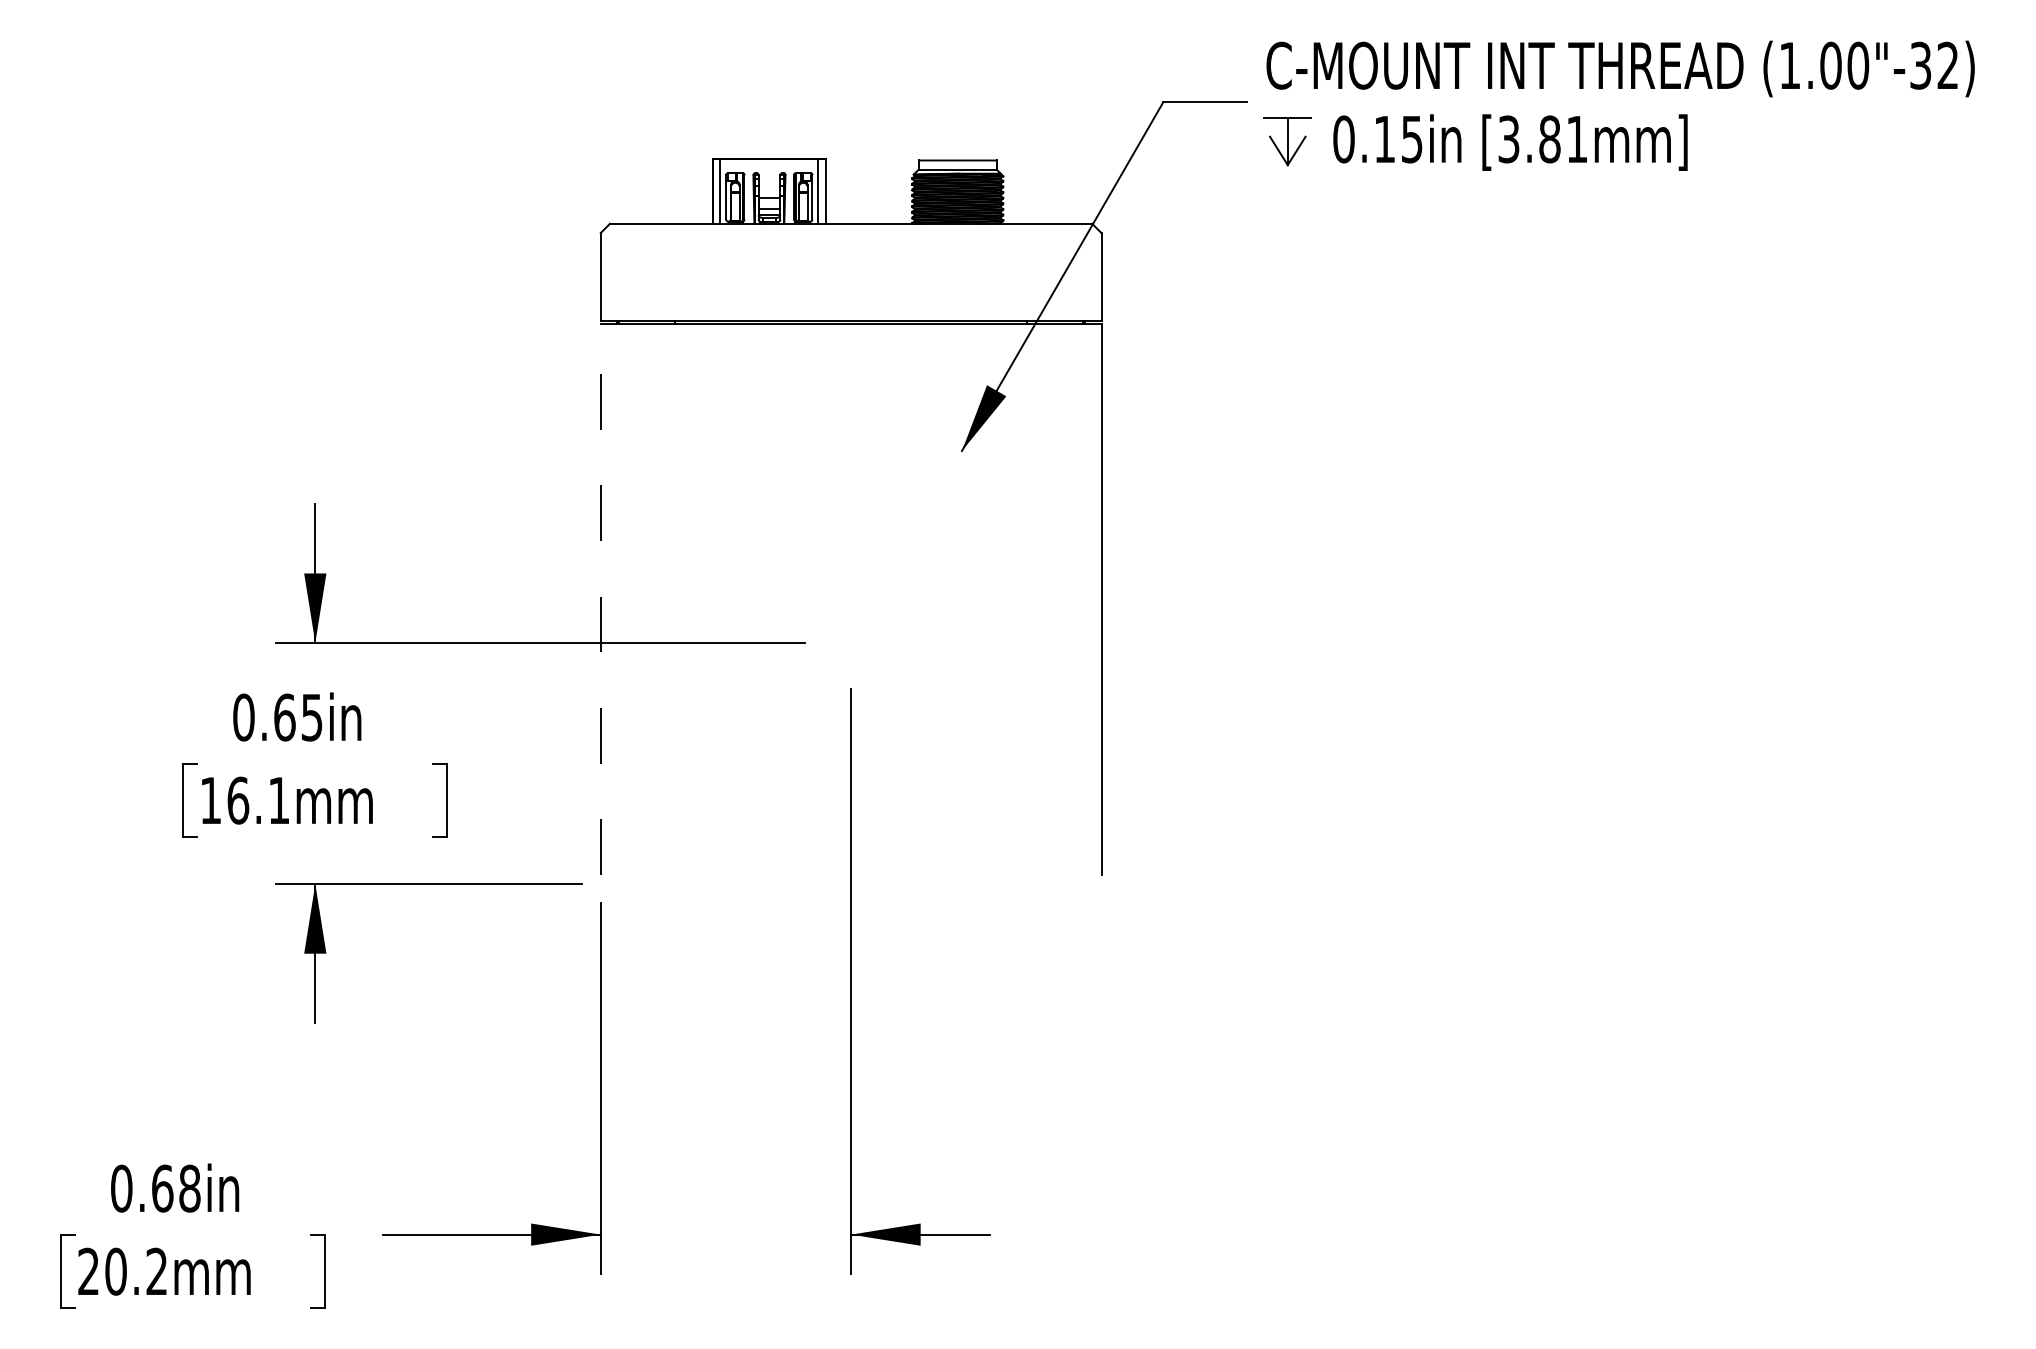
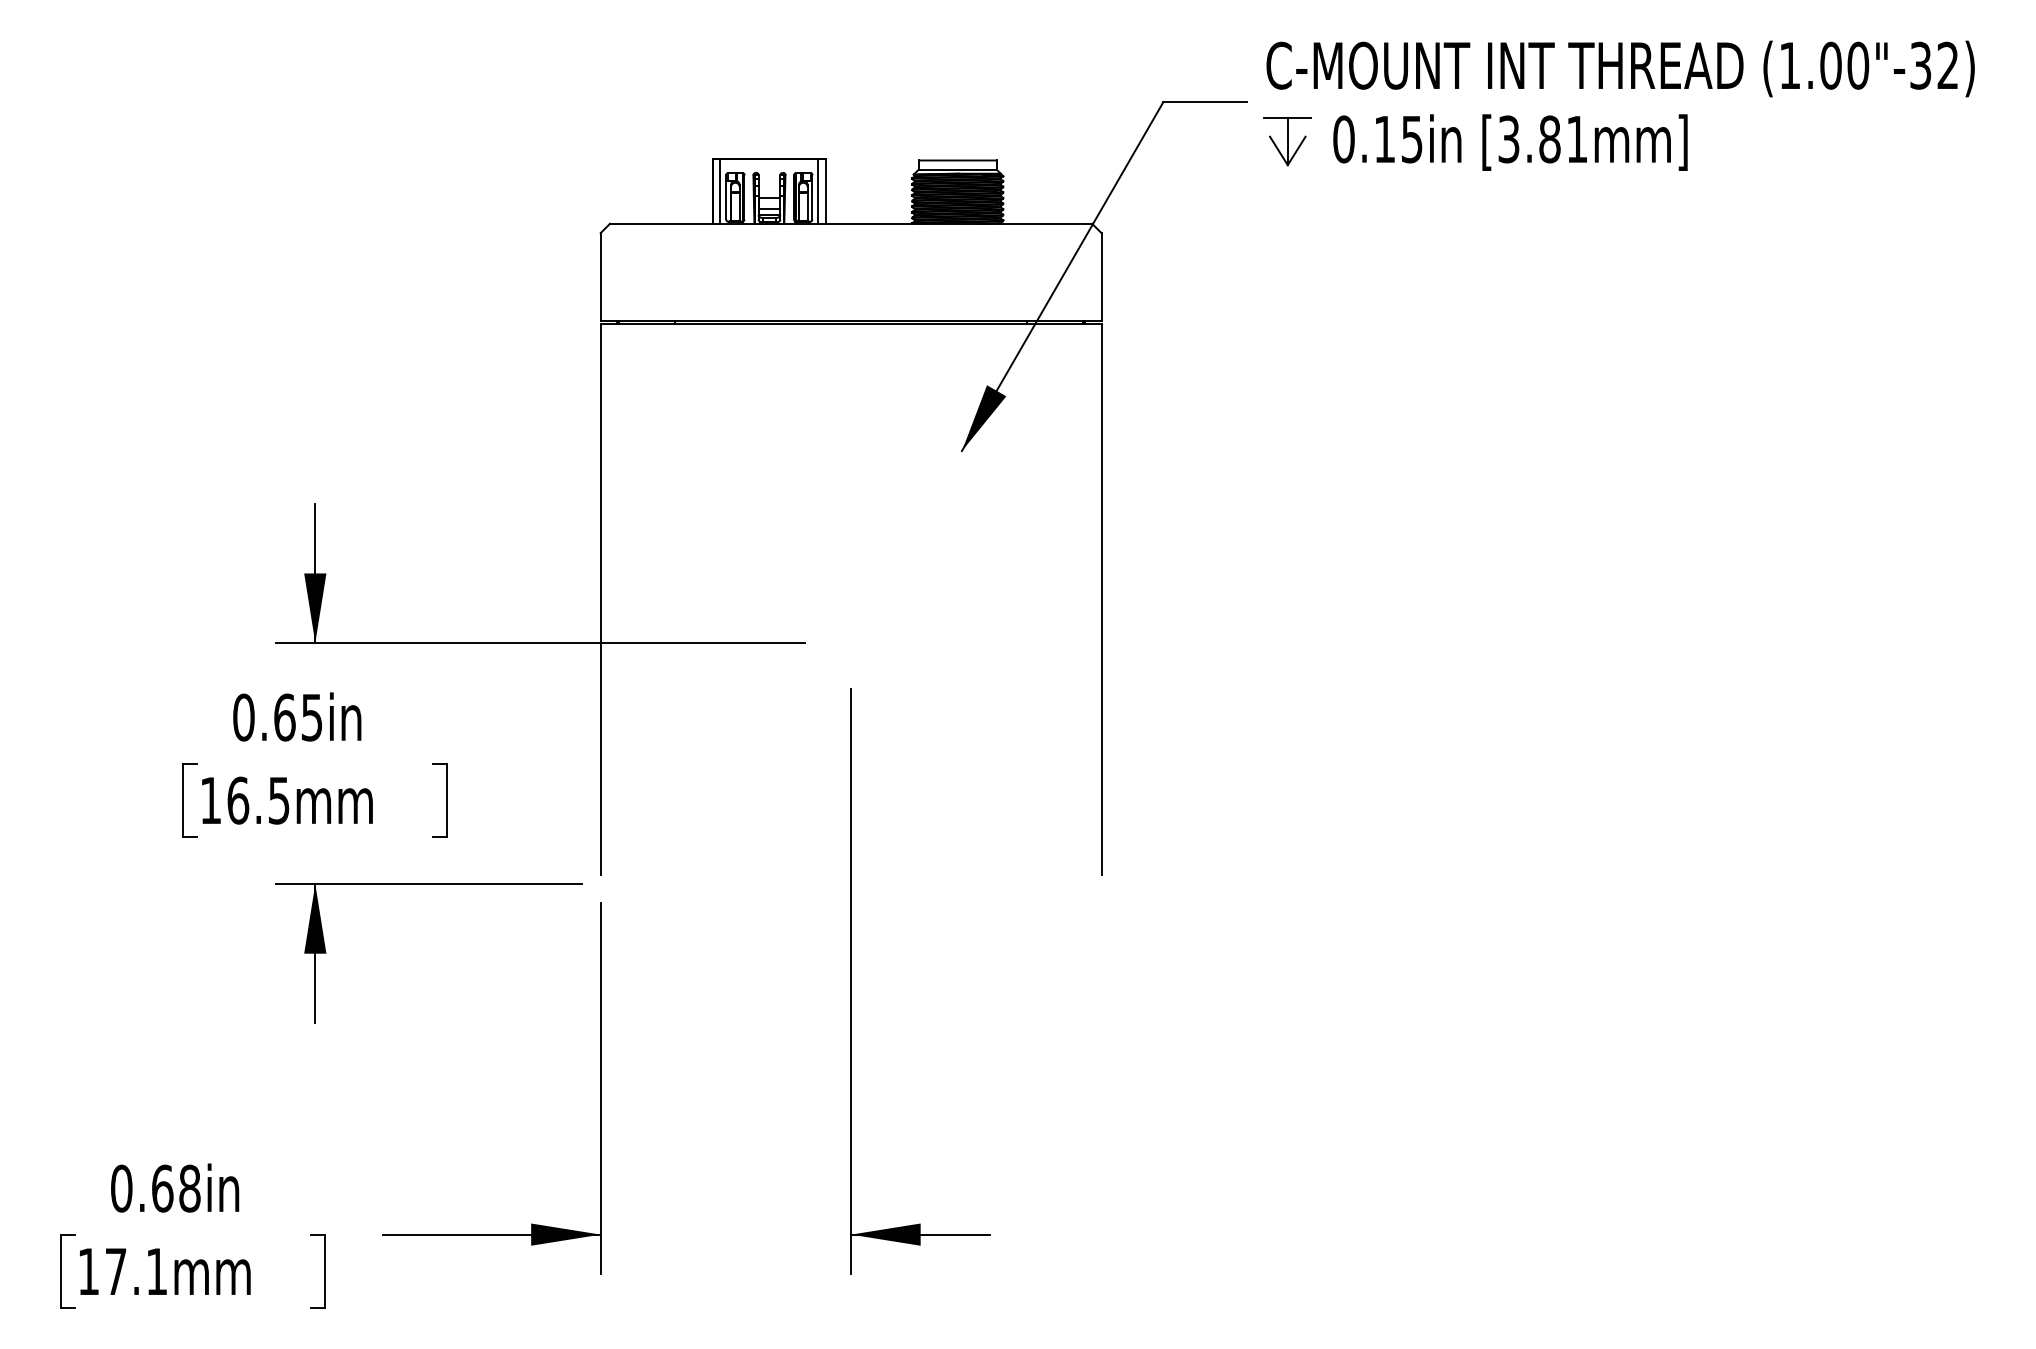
line at (600, 599): dashed -> solid
text at (279, 800): 16.1mm -> 16.5mm
text at (122, 1271): 20.2mm -> 17.1mm
